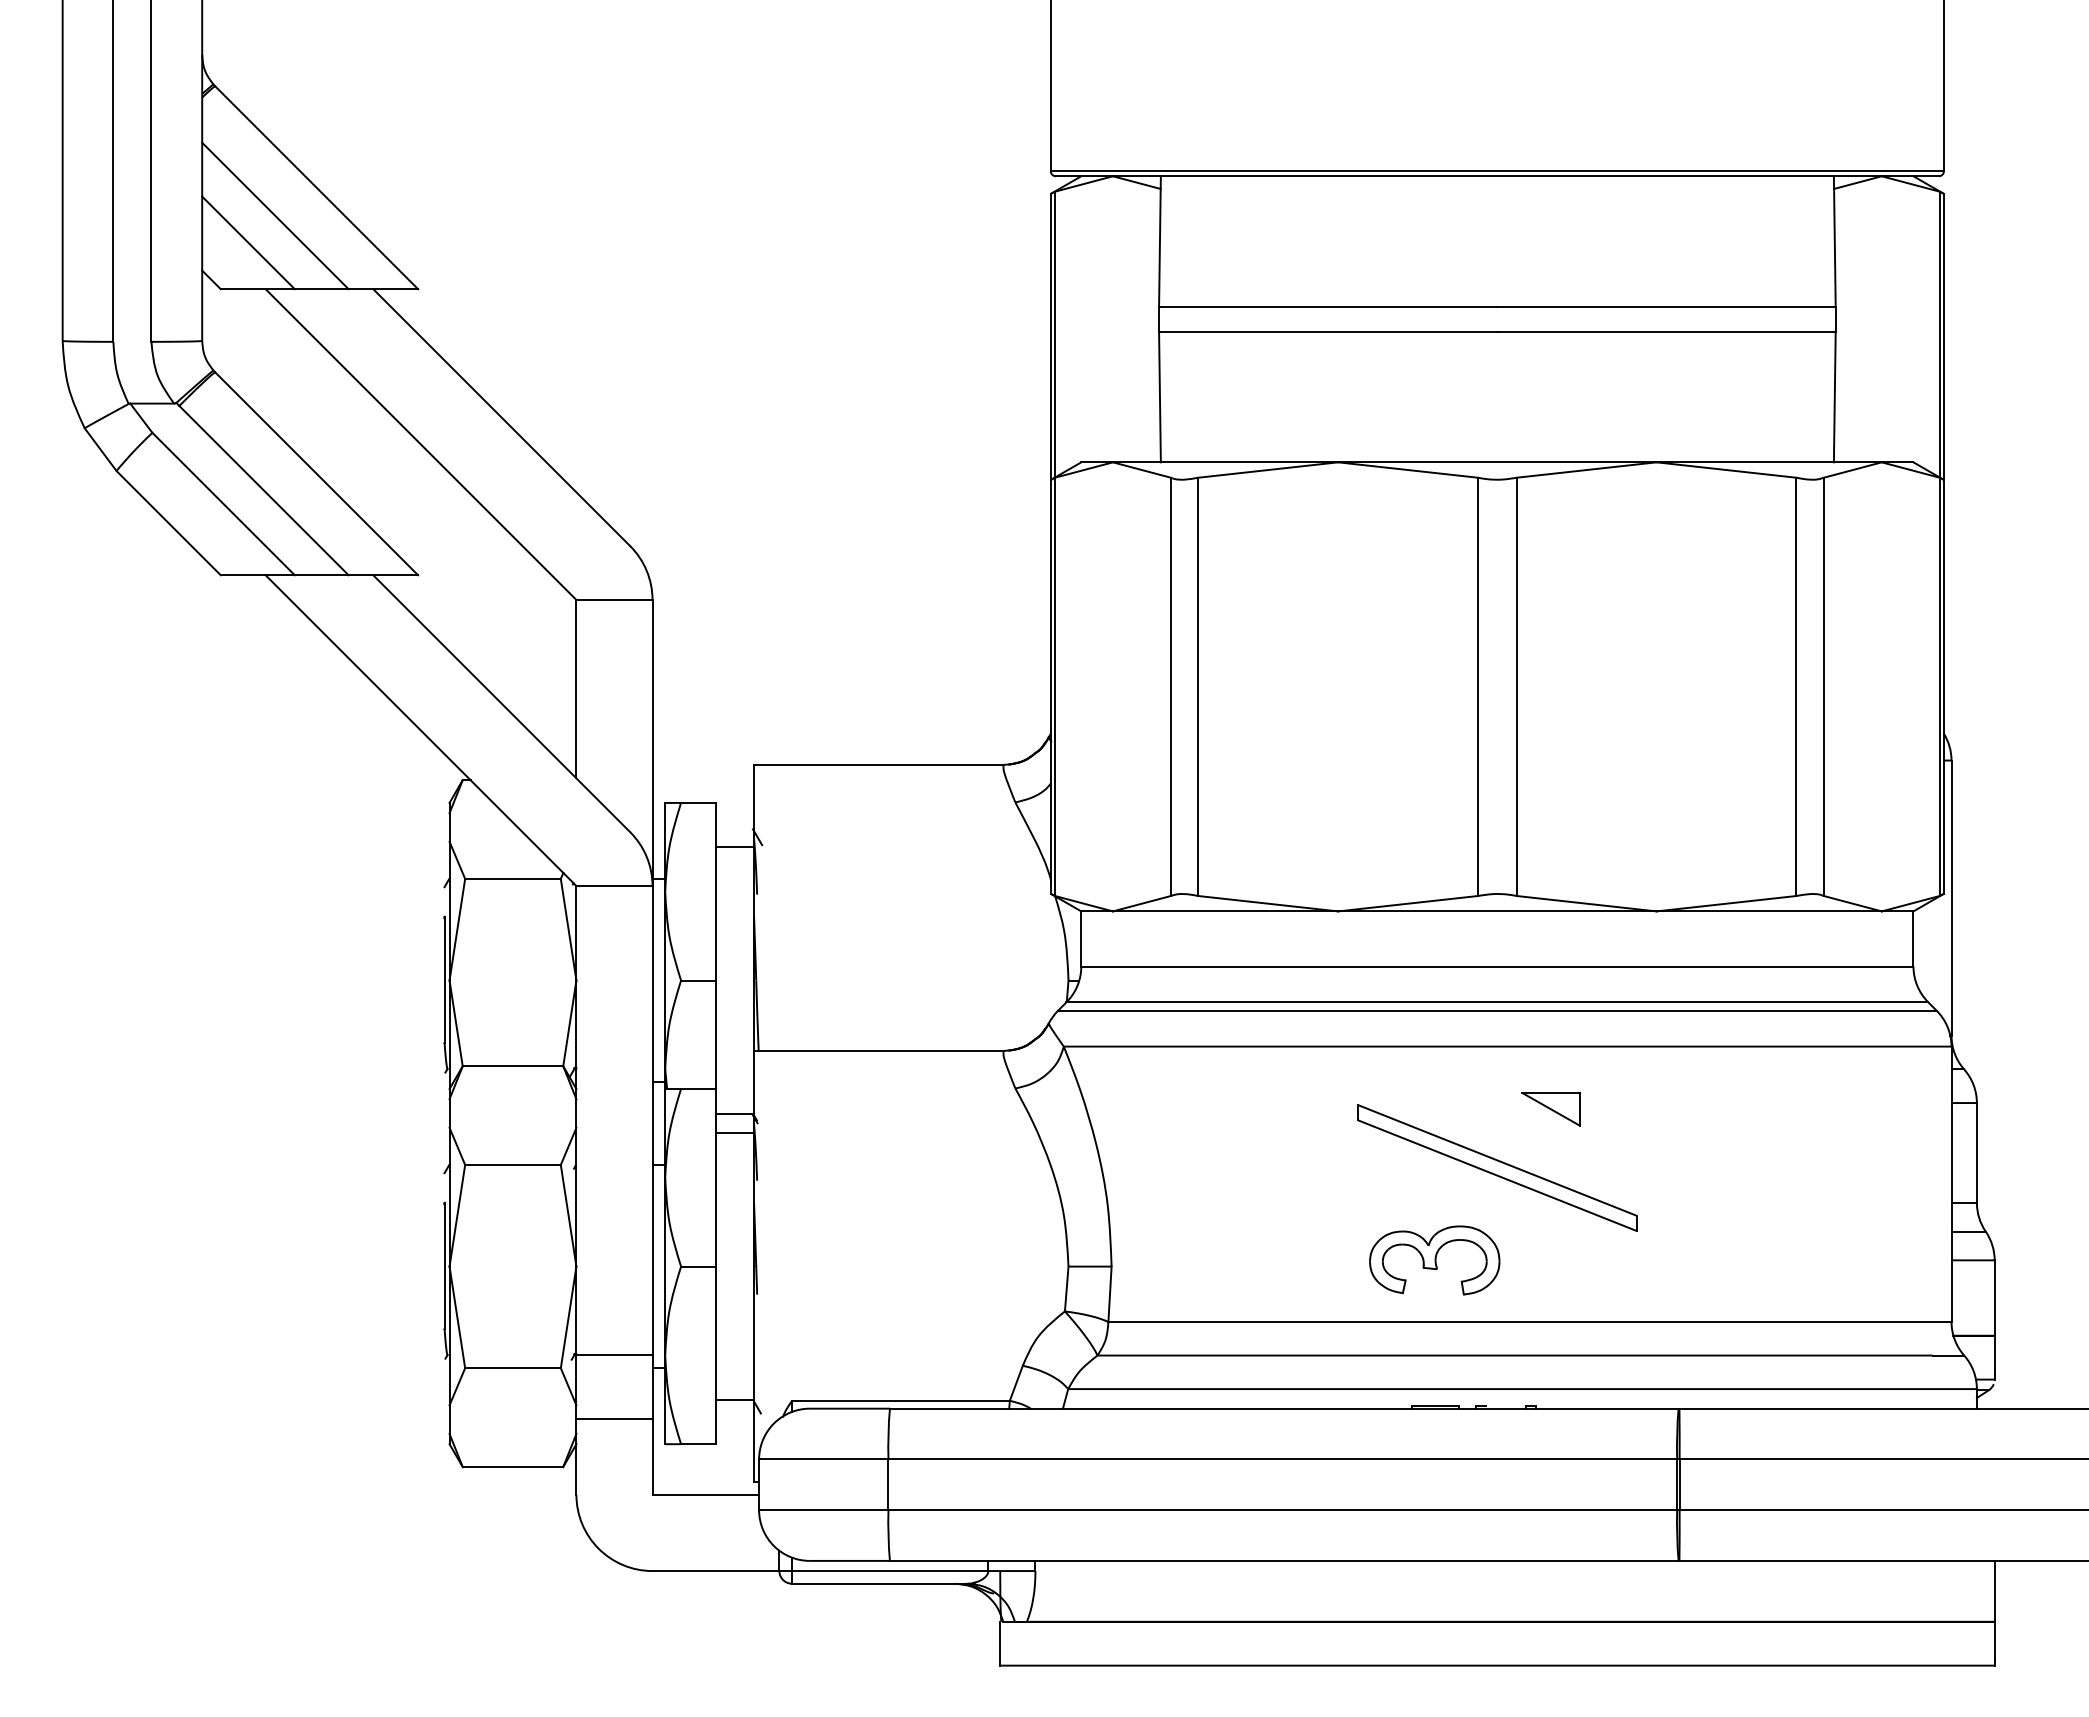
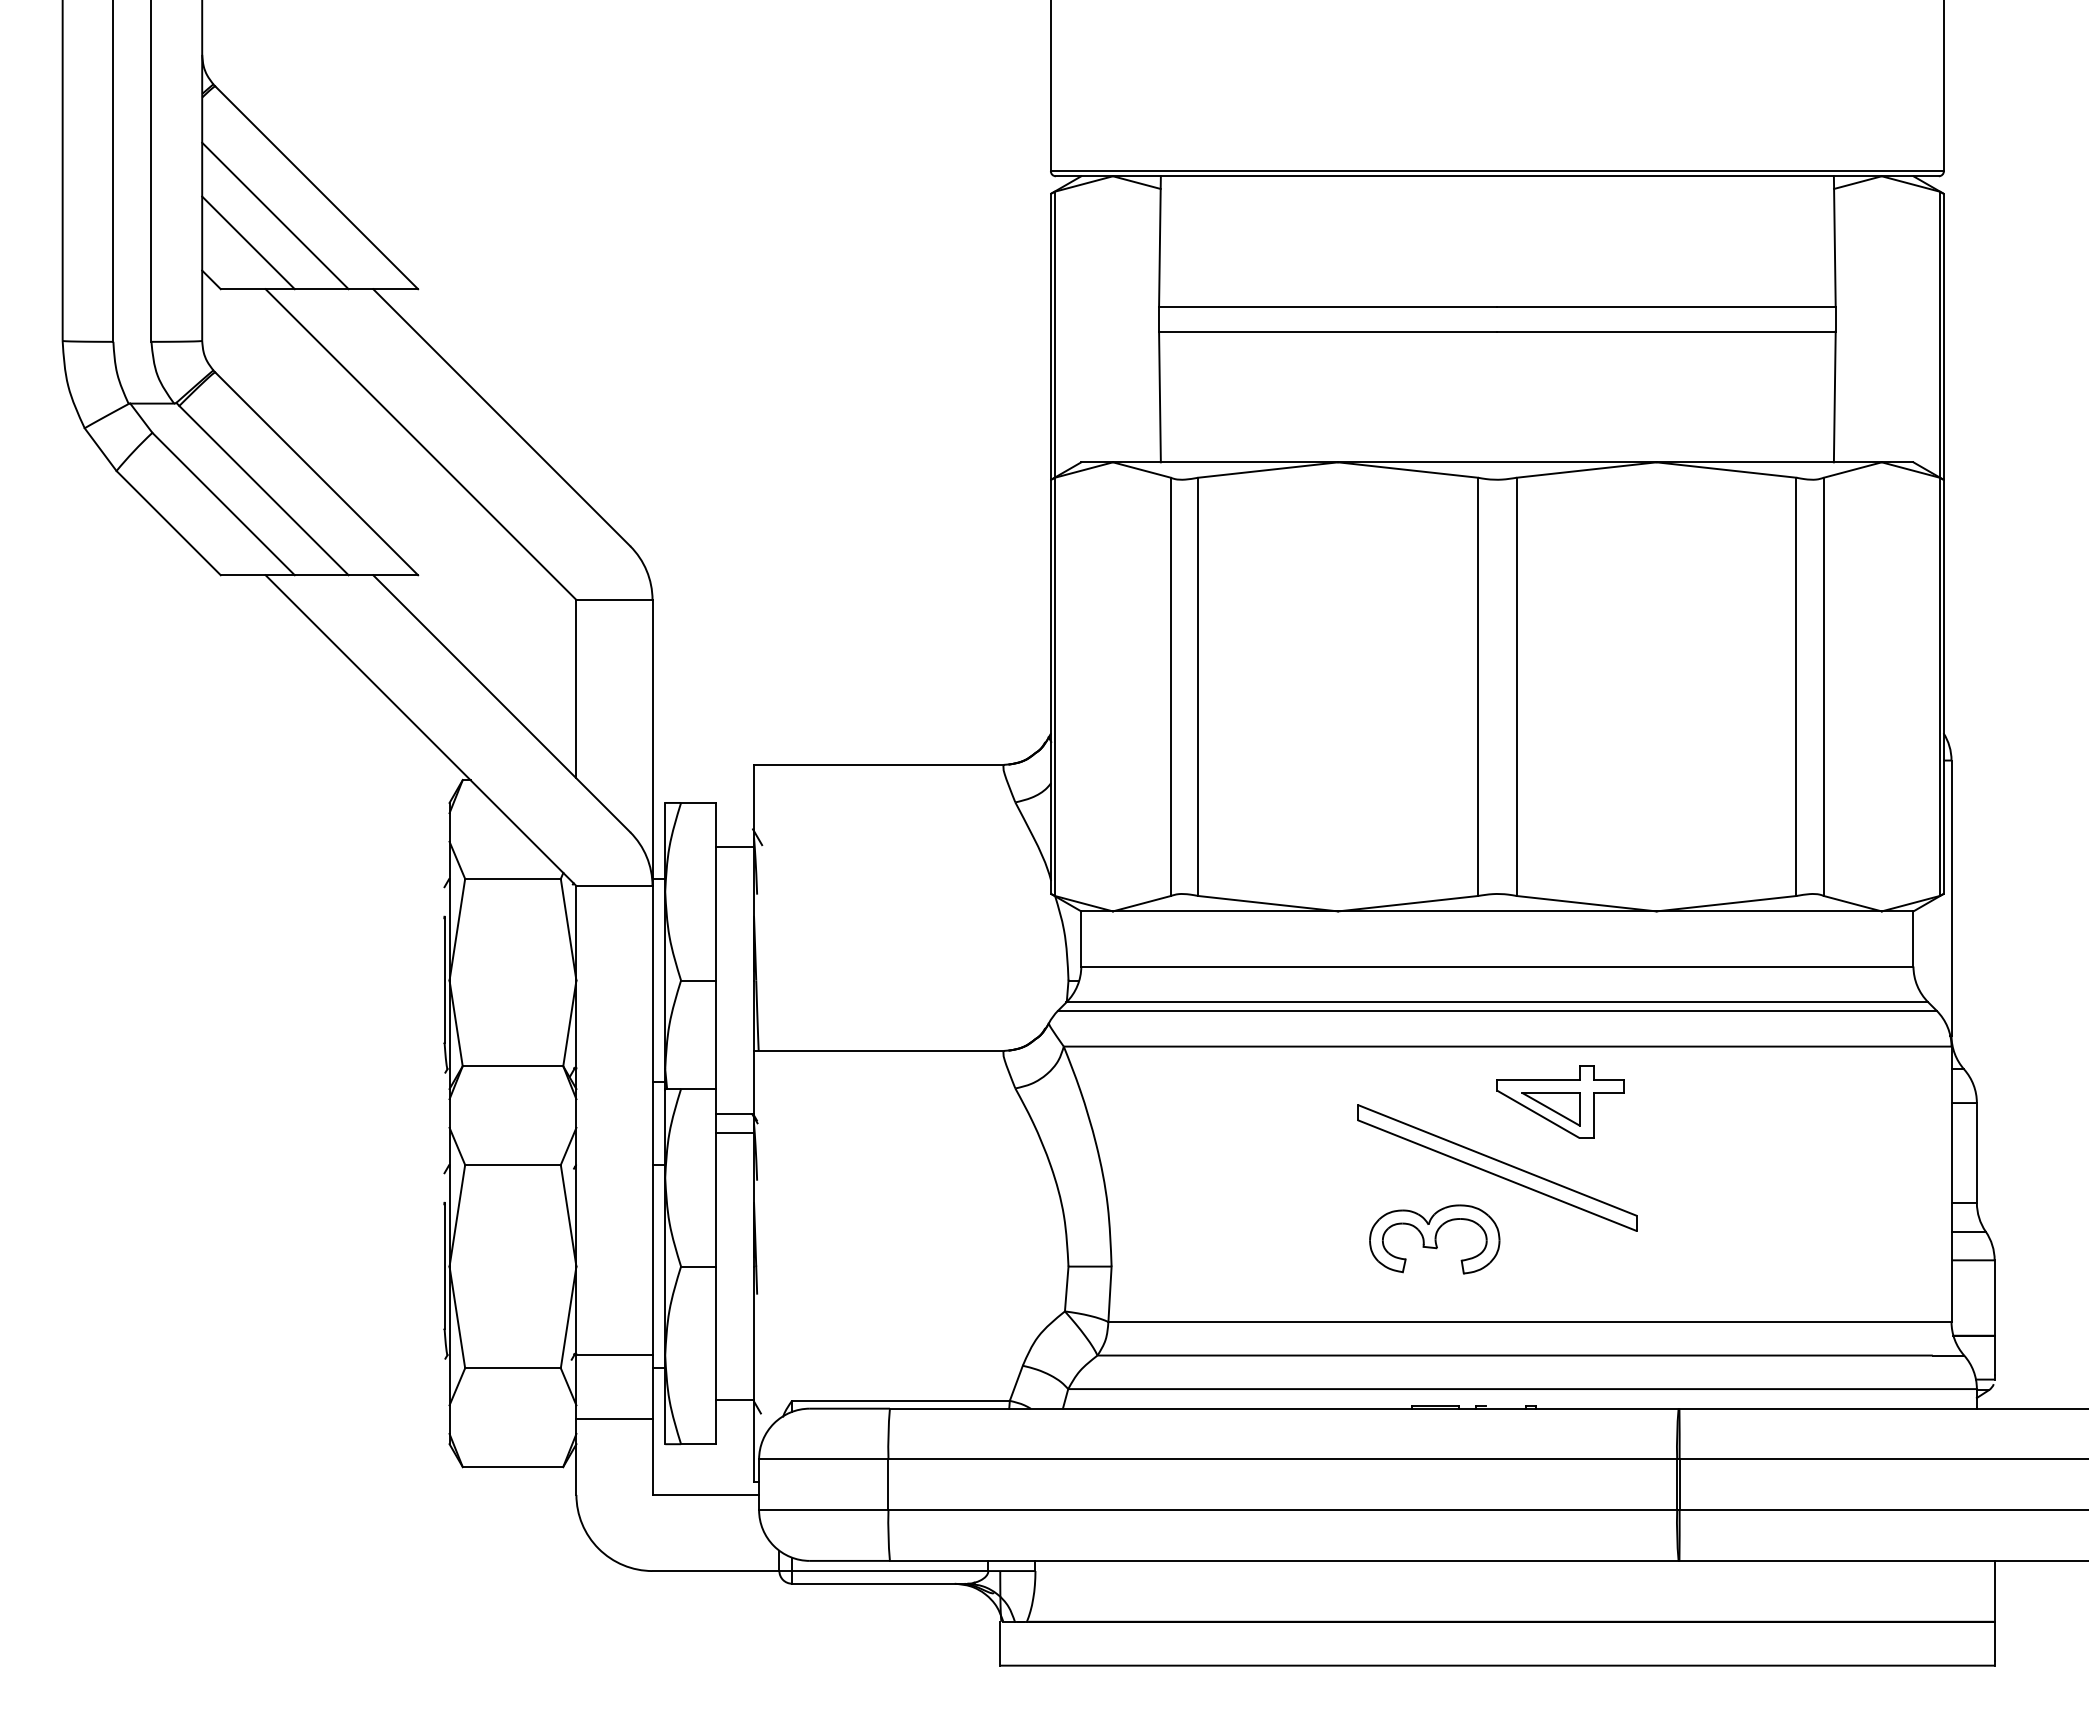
part at (1560, 1101): none -> present
part at (1434, 1260) position: (1434, 1260) -> (1434, 1239)
